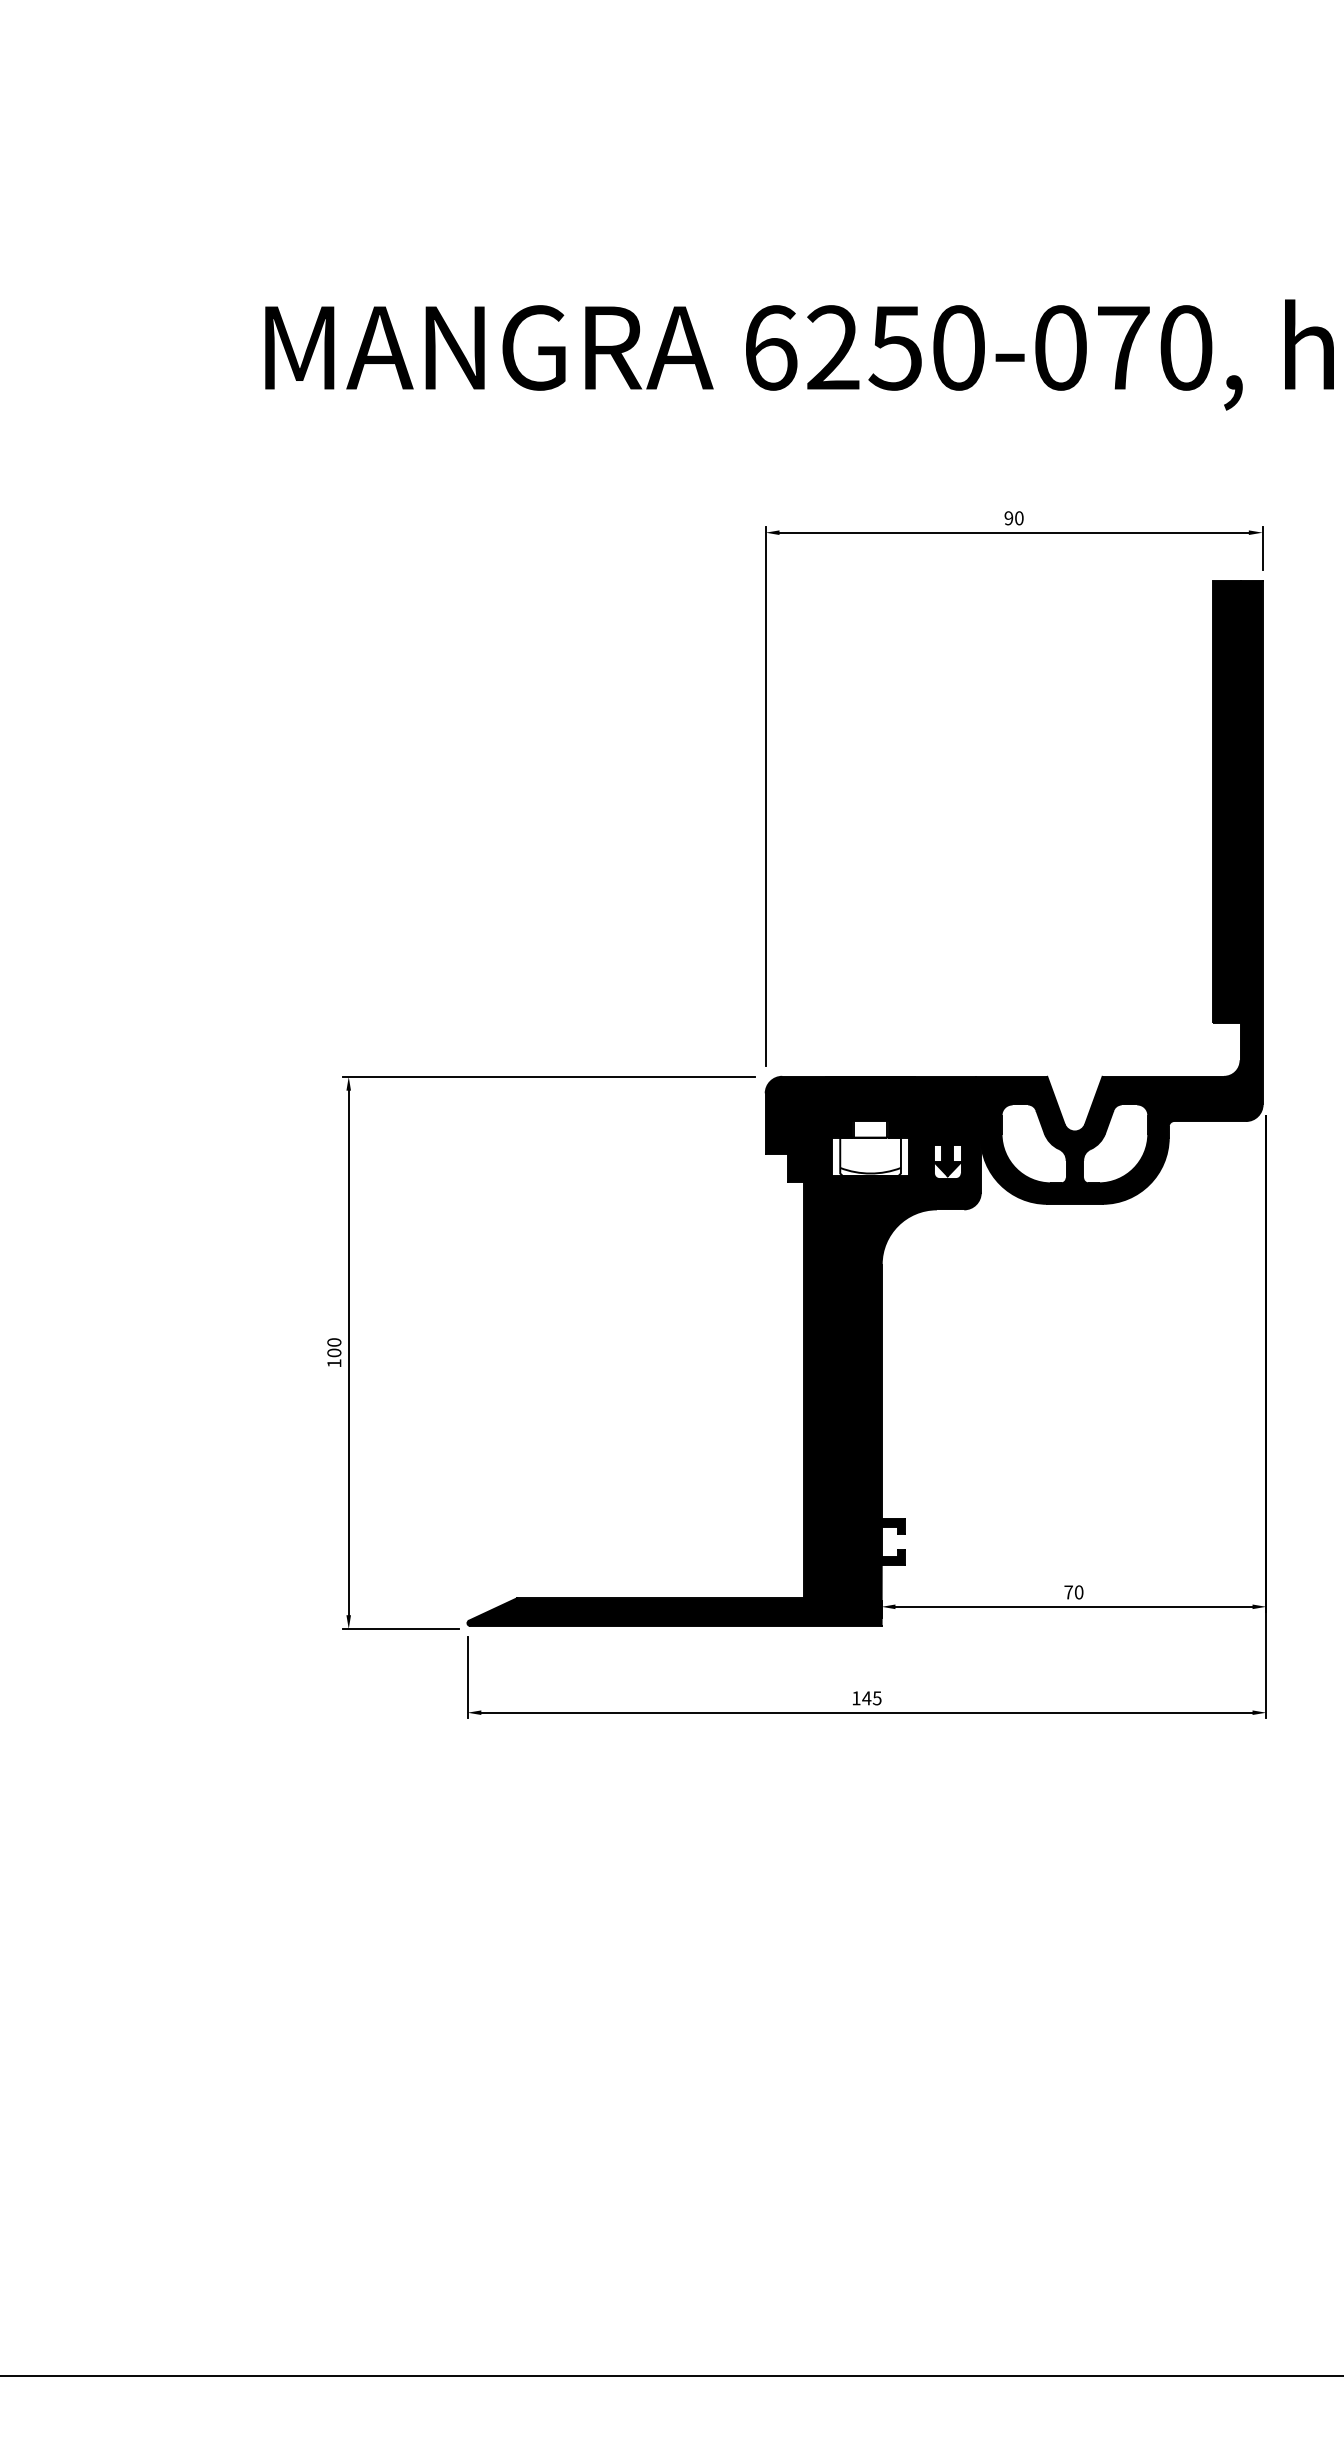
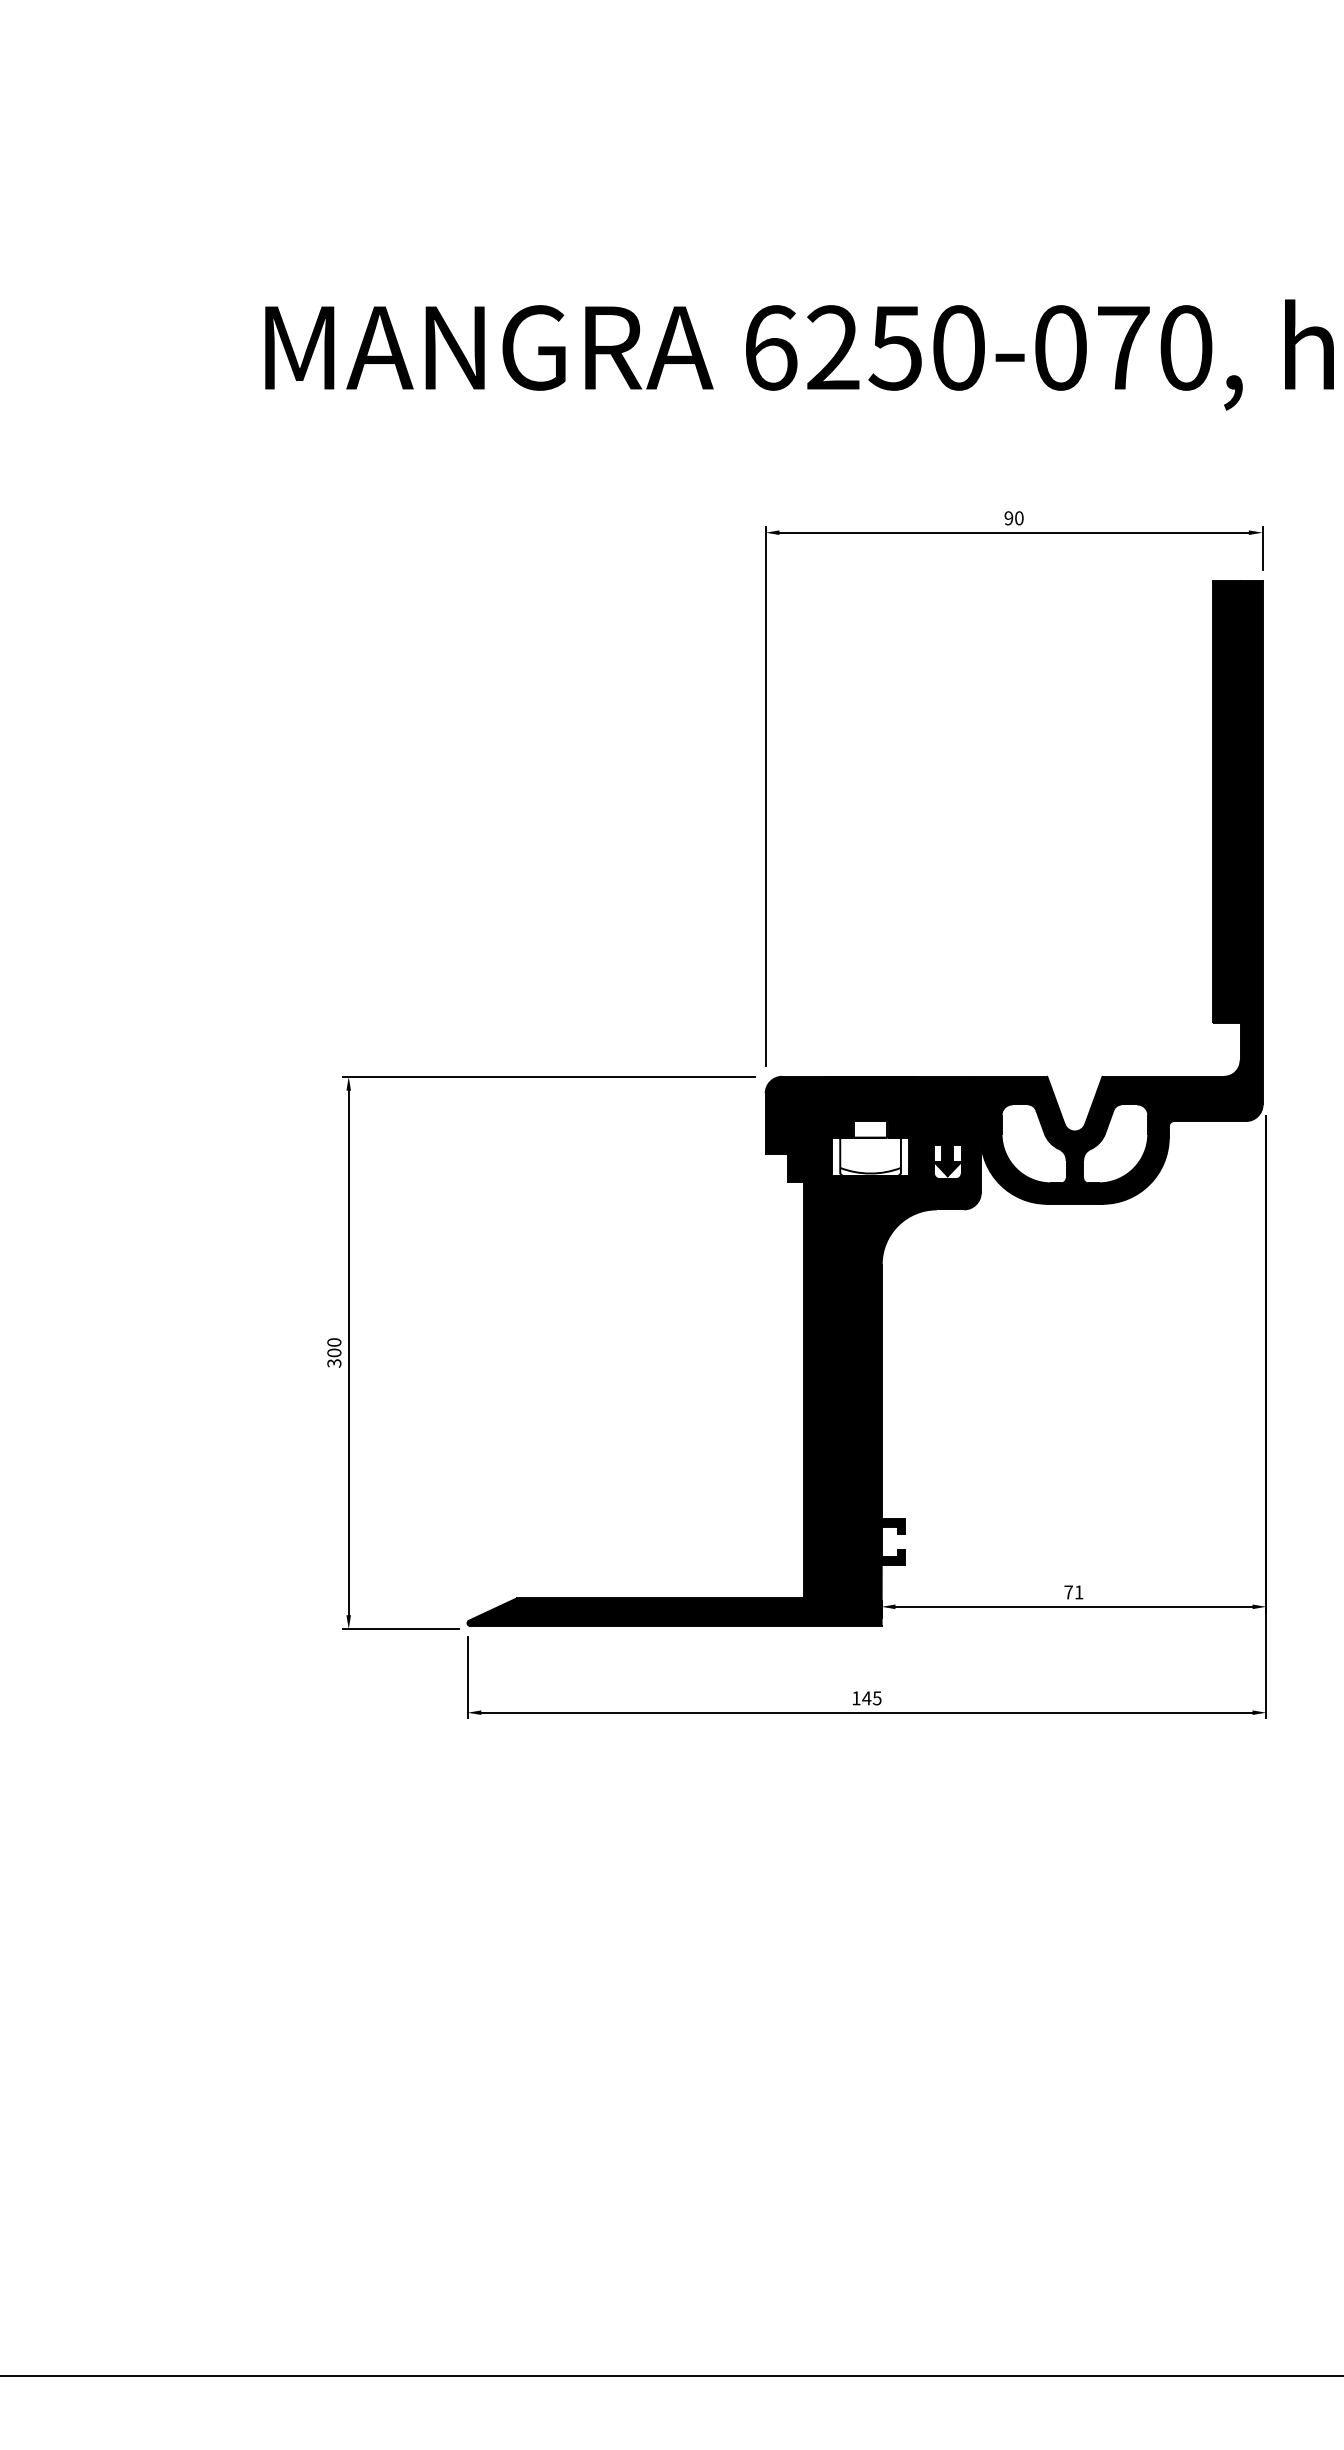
text at (334, 1363): 100 -> 300
text at (1079, 1592): 70 -> 71
